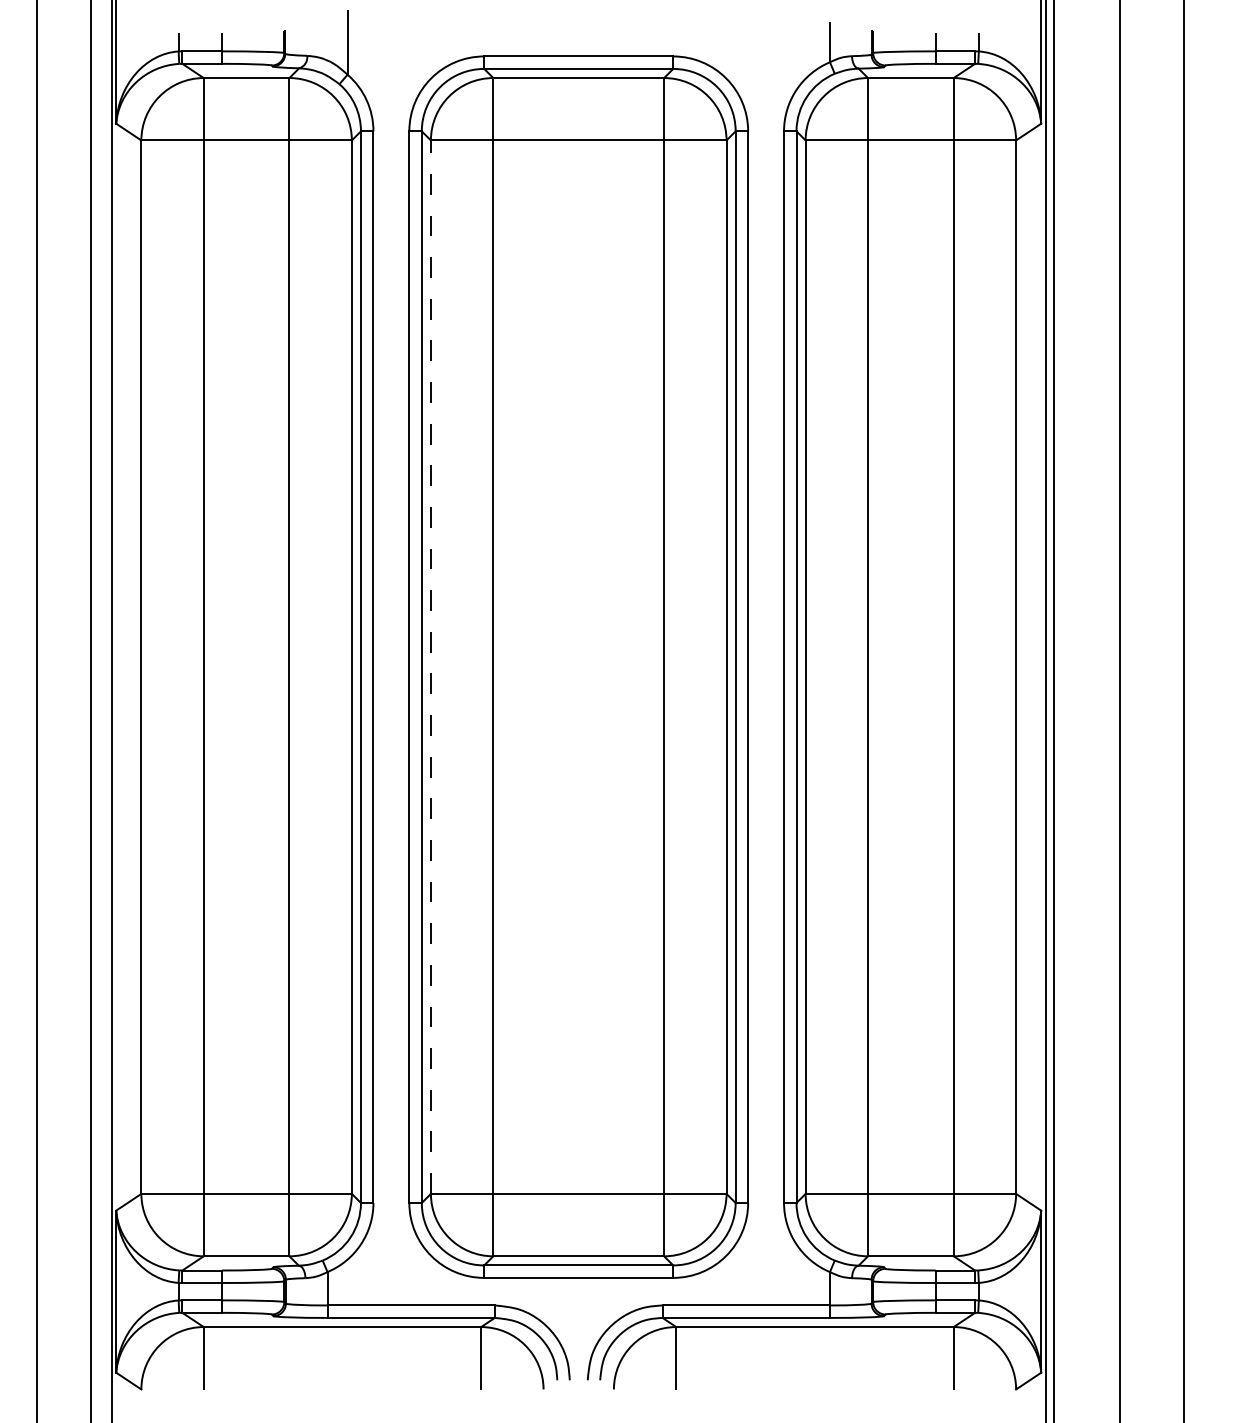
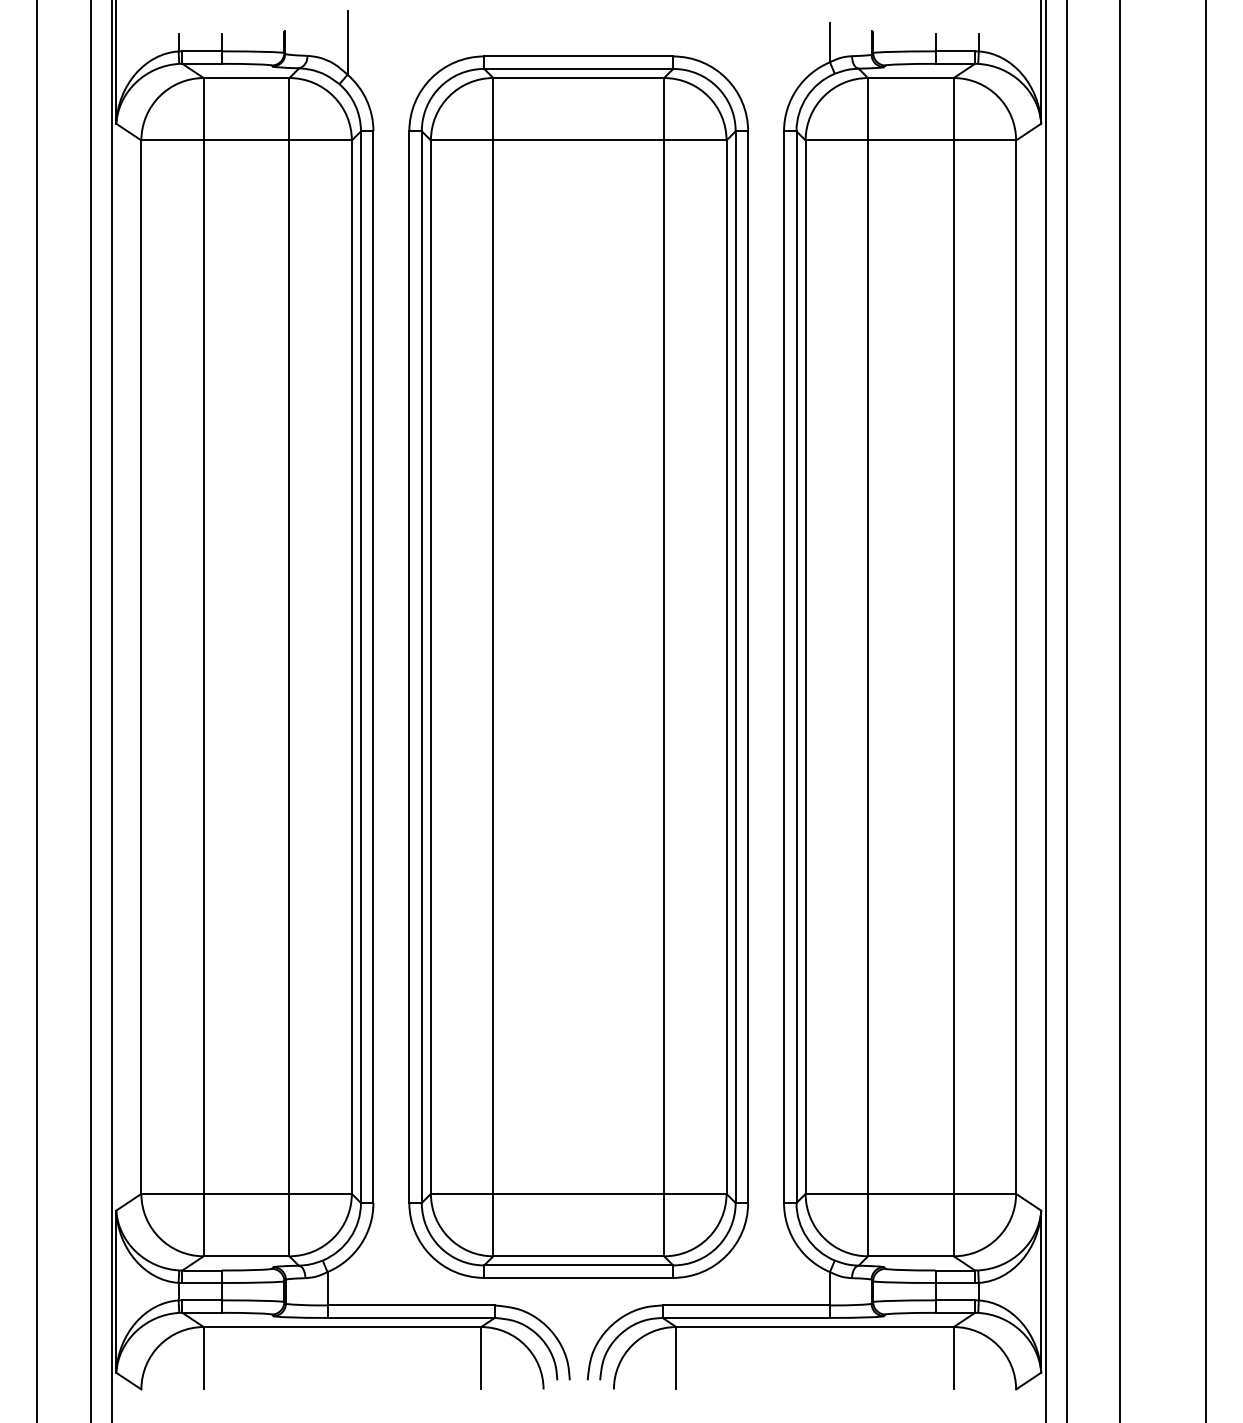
line at (430, 667): dashed -> solid
line at (1053, 710) position: (1053, 710) -> (1066, 710)
line at (1183, 710) position: (1183, 710) -> (1205, 710)
